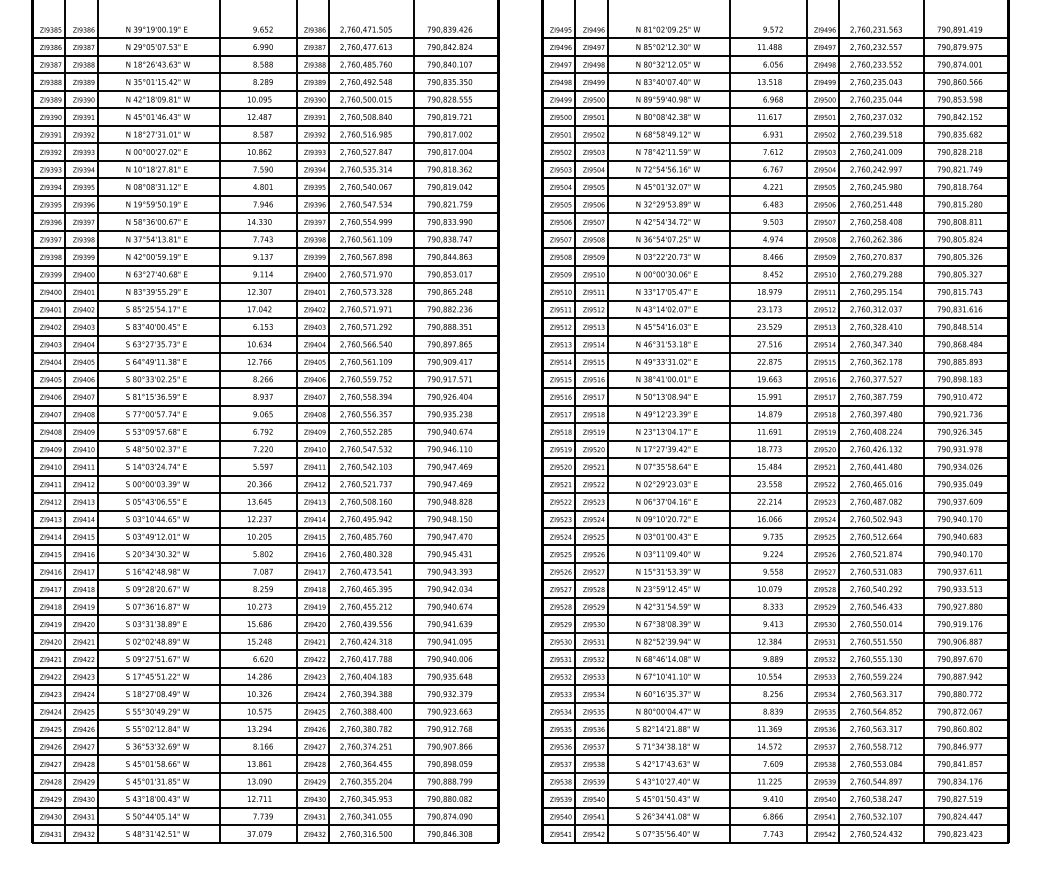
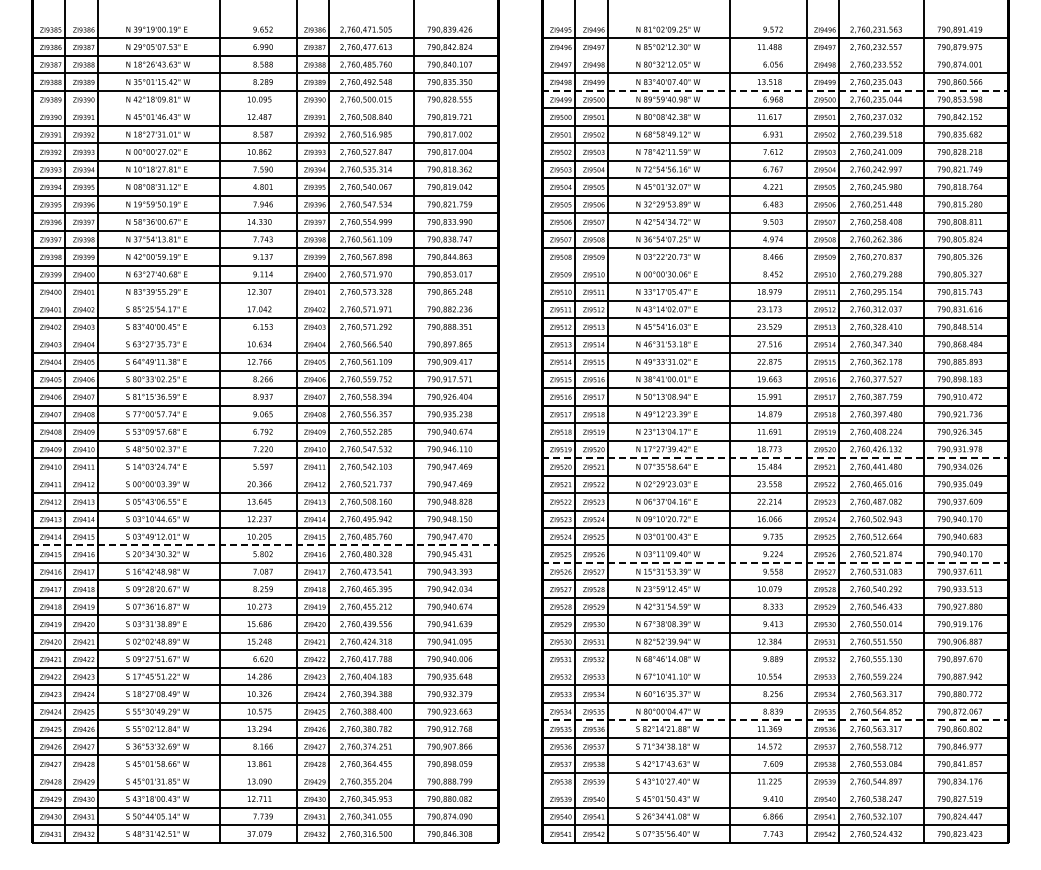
line at (775, 55): present -> none
line at (776, 90): solid -> dashed
line at (265, 108): present -> none
line at (775, 265): present -> none
line at (265, 300): present -> none
line at (265, 335): present -> none
line at (776, 458): solid -> dashed
line at (265, 475): present -> none
line at (265, 545): solid -> dashed
line at (776, 562): solid -> dashed
line at (775, 667): present -> none
line at (776, 720): solid -> dashed
line at (265, 772): present -> none
line at (775, 790): present -> none
